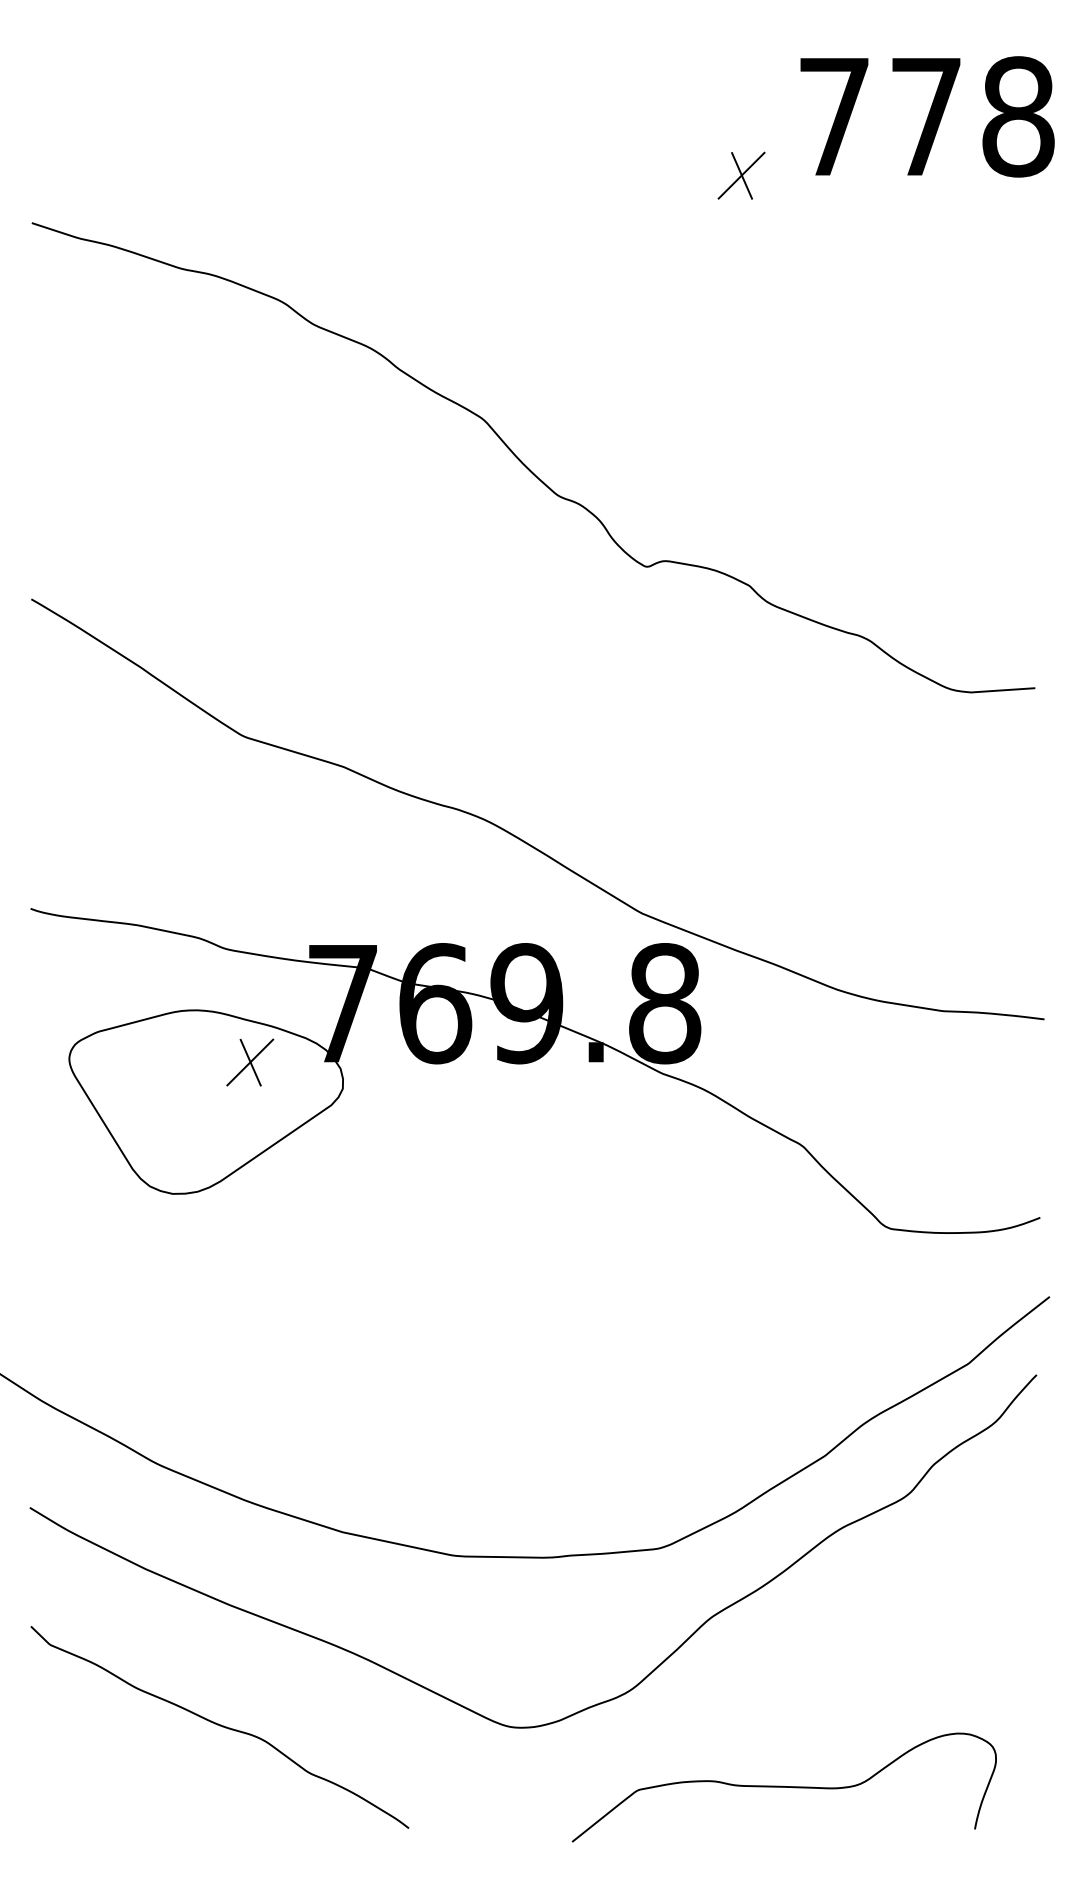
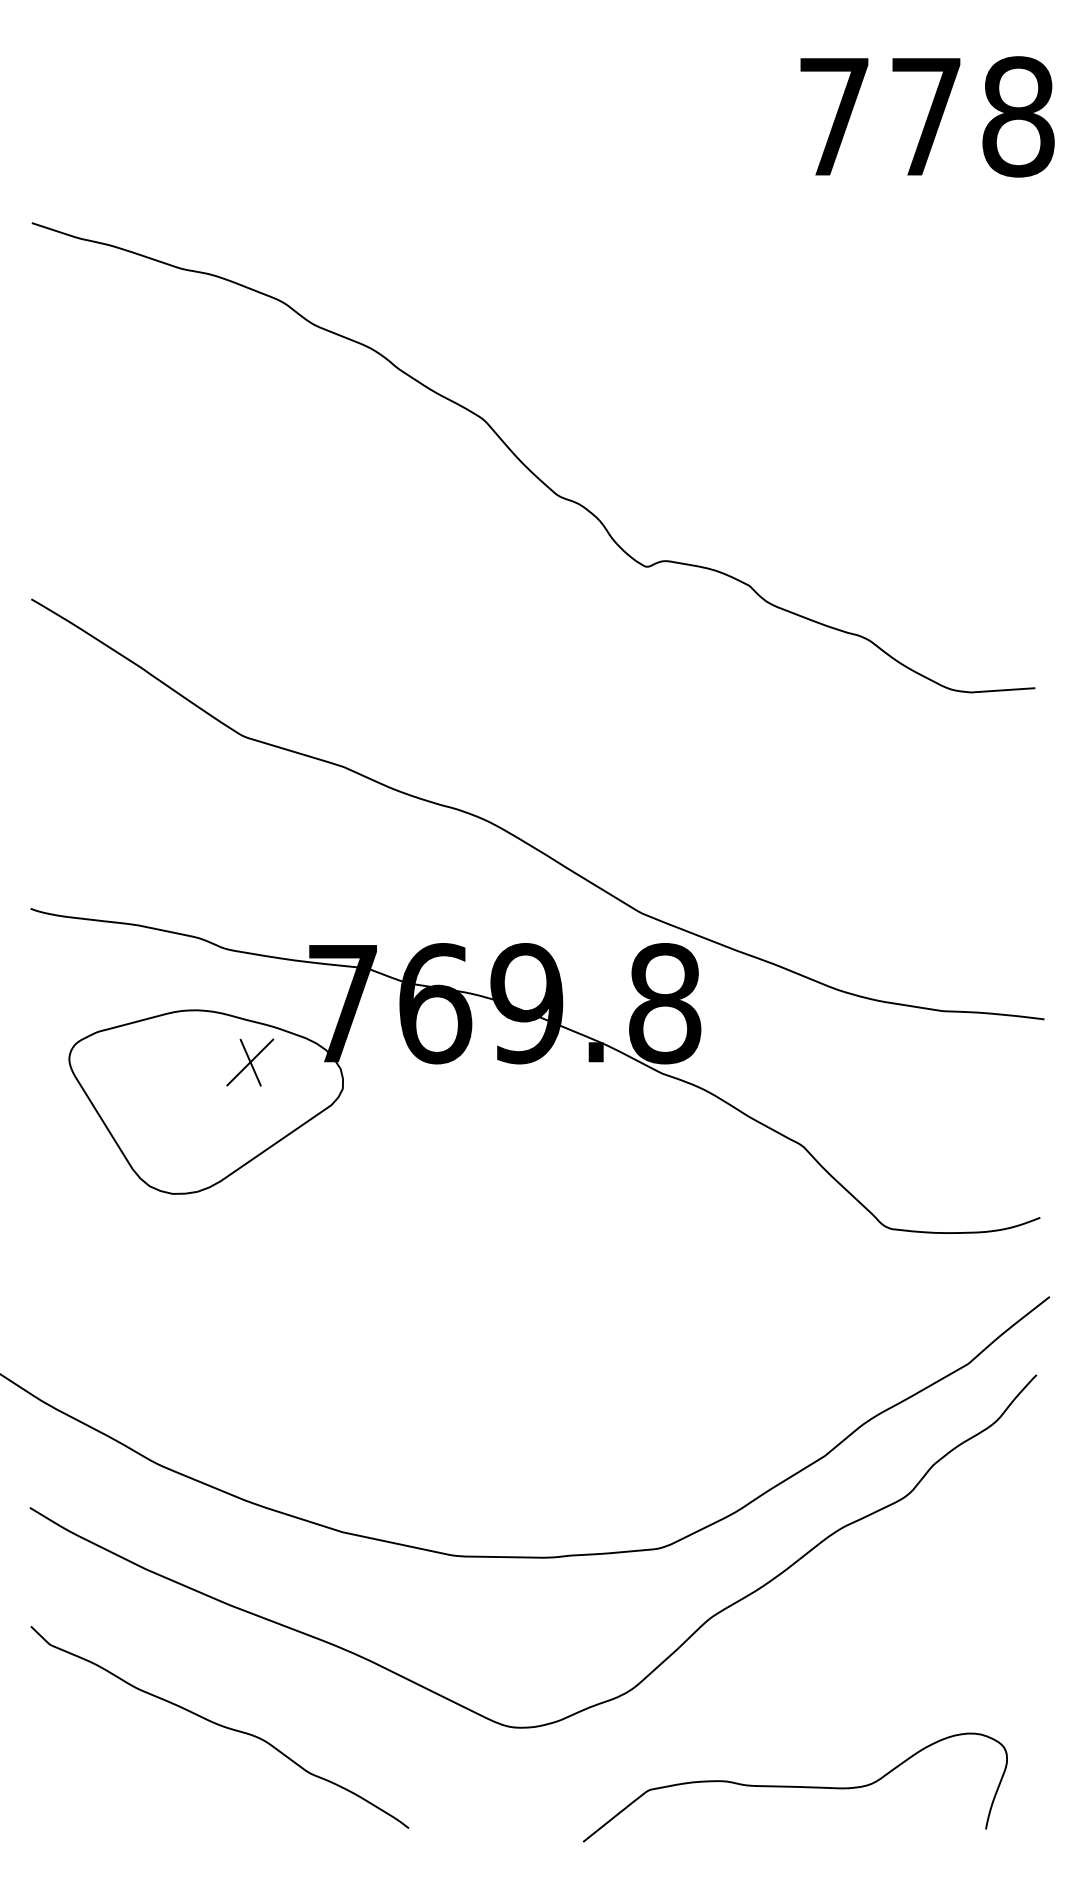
part at (741, 175): present -> none
curve at (783, 1787) position: (783, 1787) -> (794, 1787)
